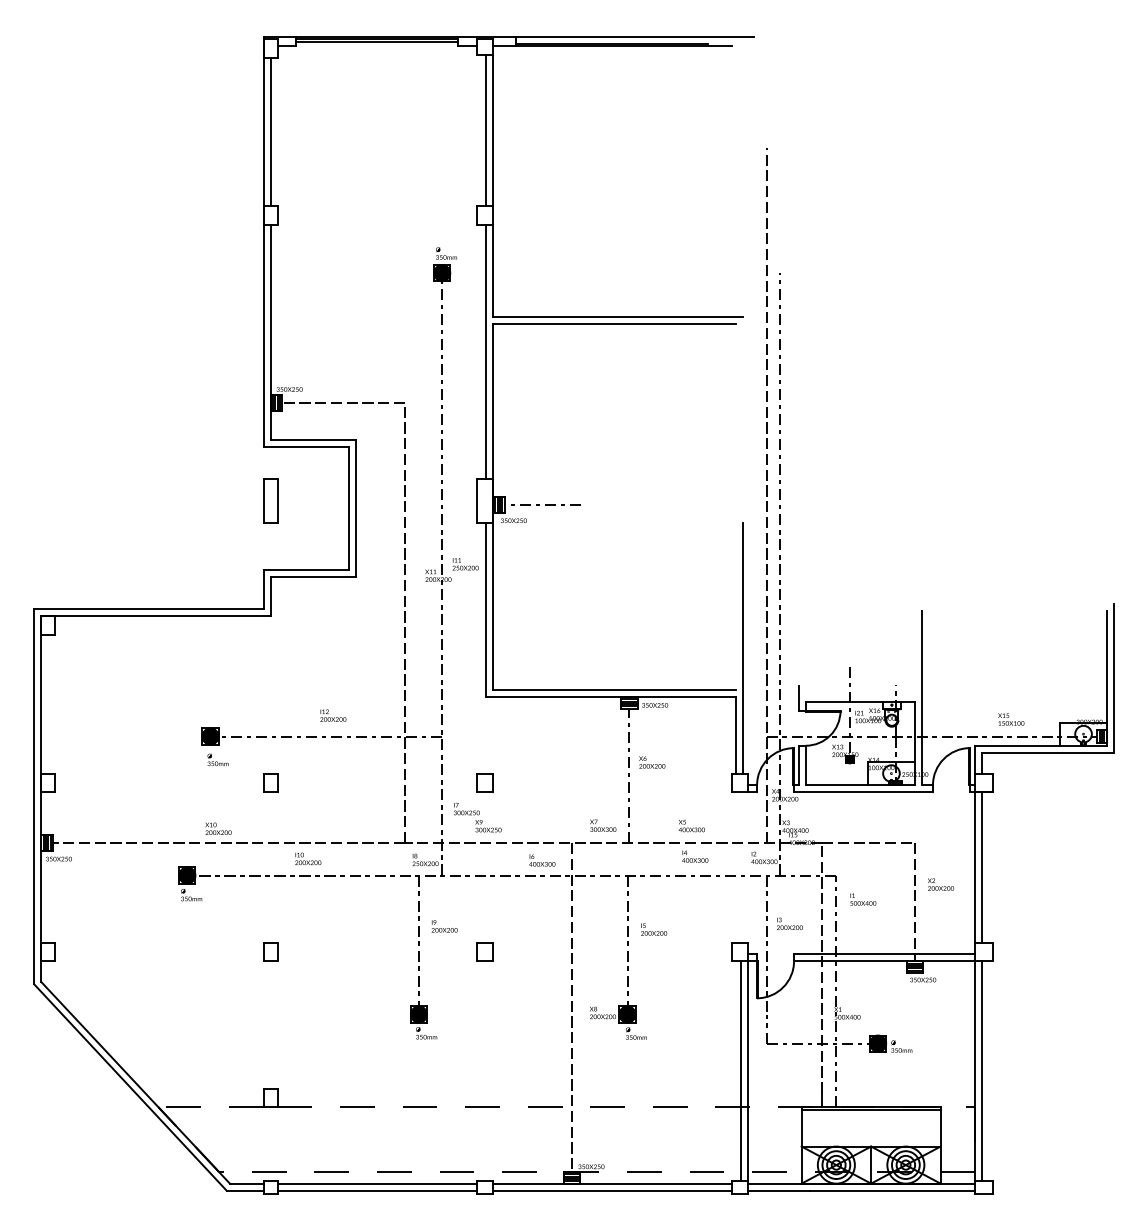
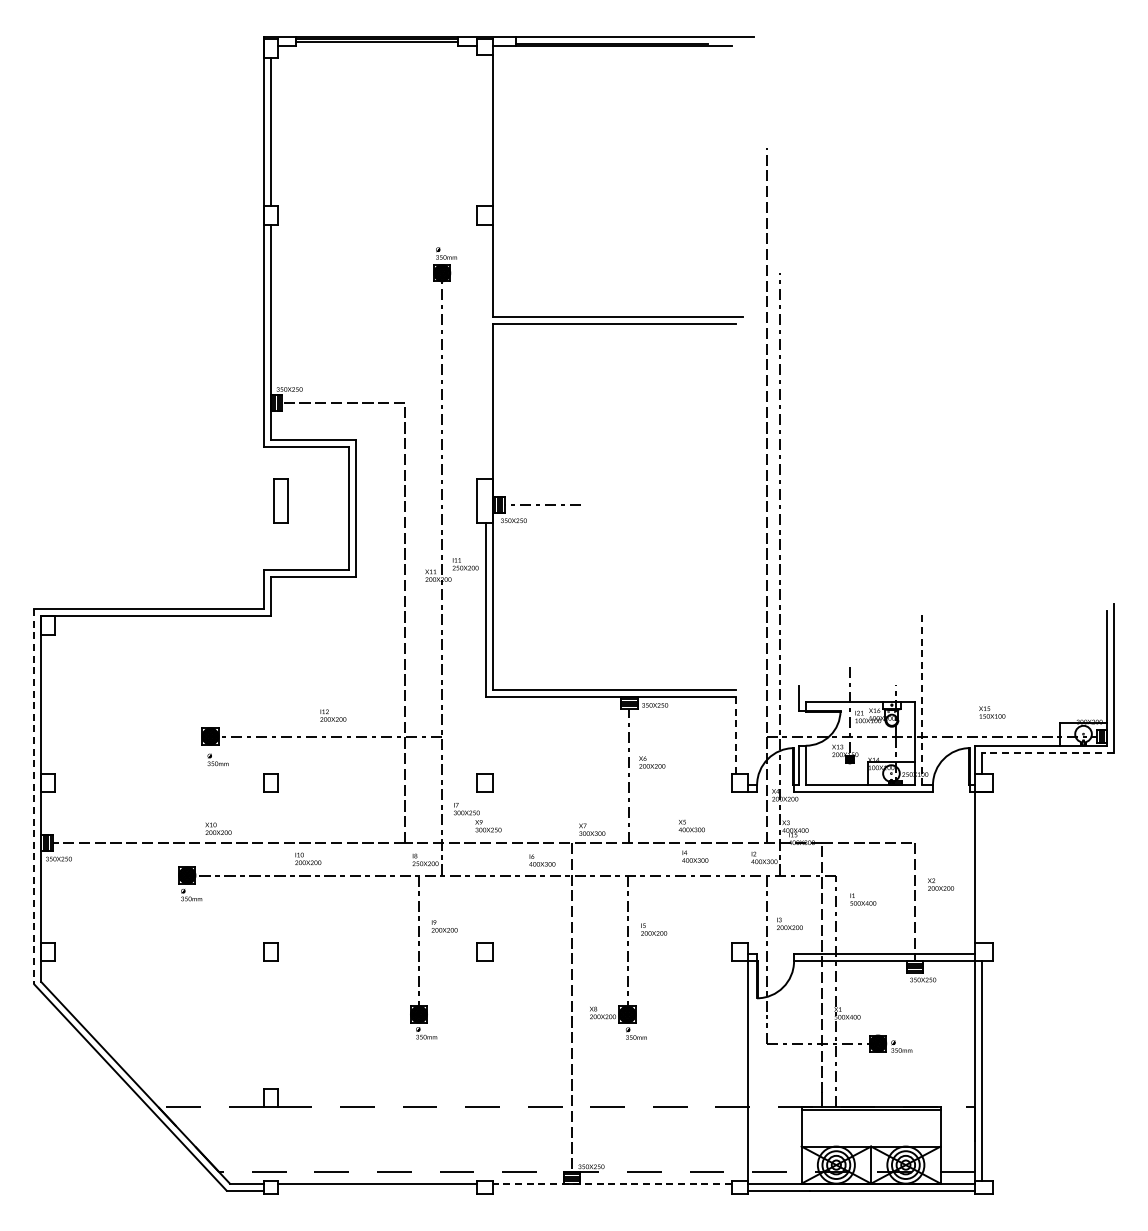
line at (486, 130): present -> none
line at (486, 351): present -> none
part at (270, 500) position: (270, 500) -> (280, 500)
line at (743, 648): present -> none
line at (921, 698): solid -> dashed
text at (1011, 719) position: (1011, 719) -> (992, 712)
line at (736, 735): solid -> dashed
line at (1047, 752): solid -> dashed
line at (34, 796): solid -> dashed
text at (603, 825) position: (603, 825) -> (592, 829)
line at (981, 867): present -> none
line at (740, 1071): present -> none
line at (611, 1183): solid -> dashed
line at (376, 1190): present -> none
line at (611, 1190): present -> none
